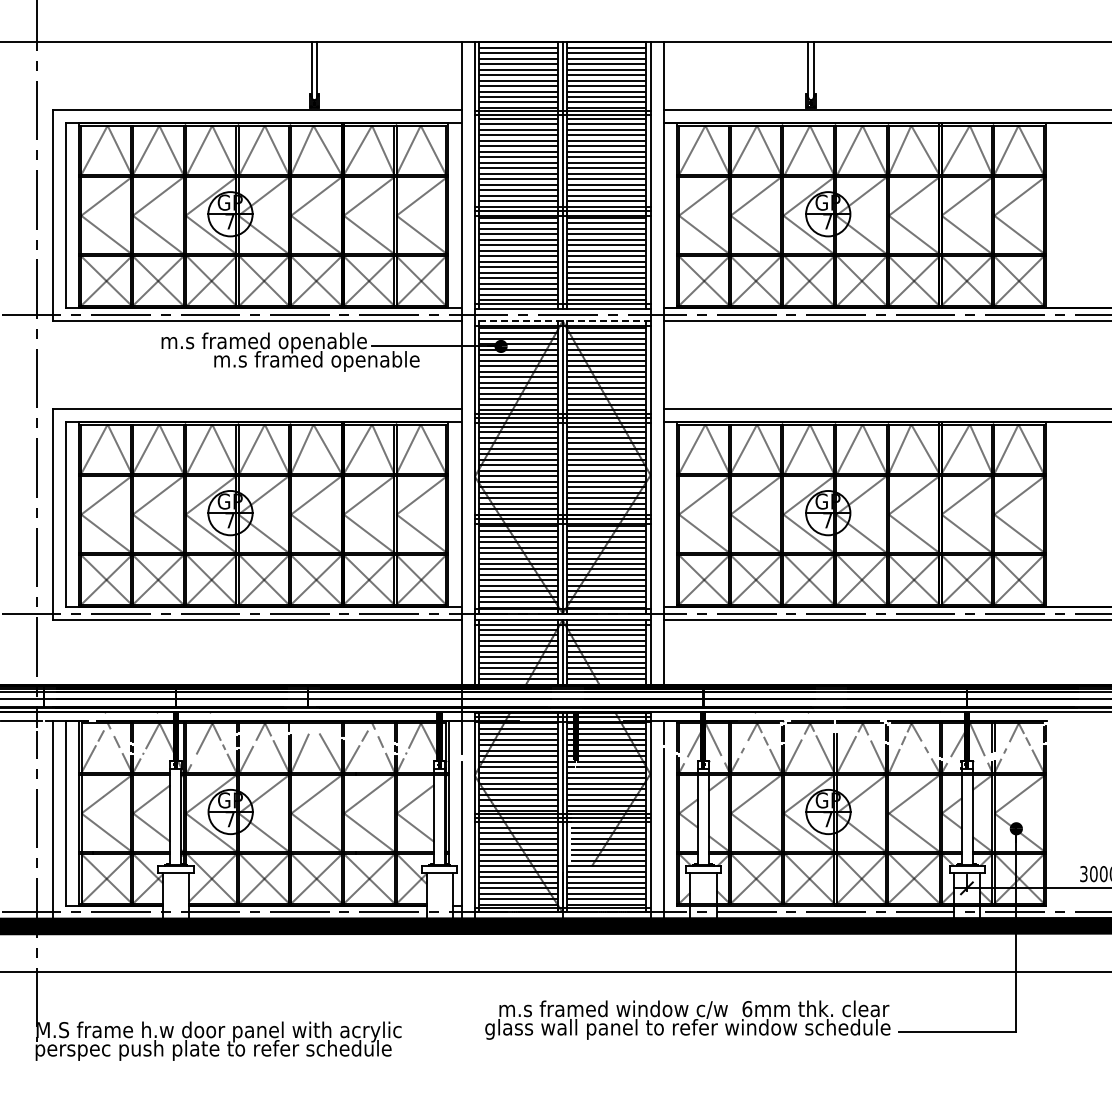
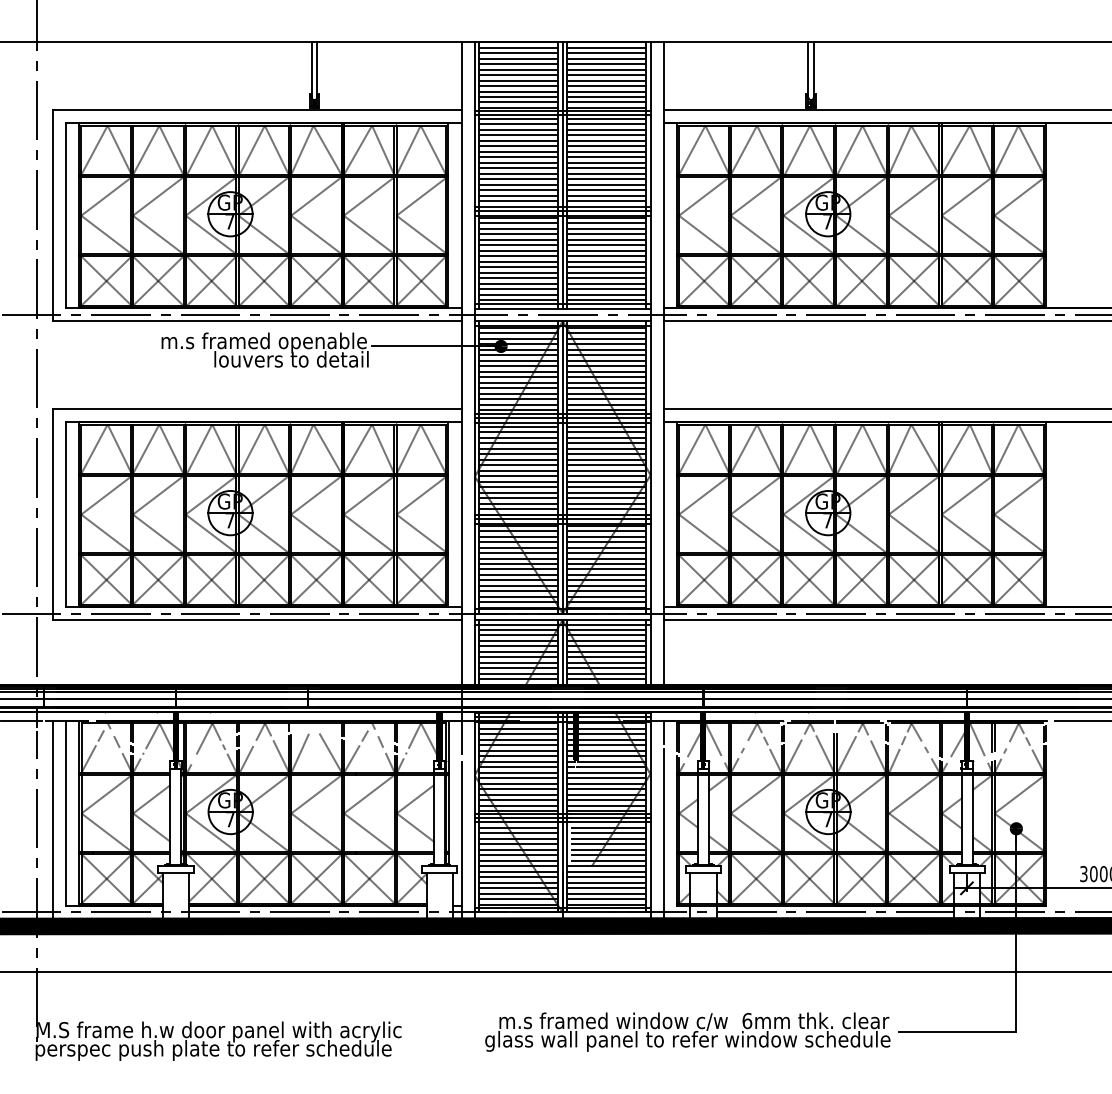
line at (562, 321): dashed -> solid
text at (316, 361): m.s framed openable -> louvers to detail
line at (1081, 721): none -> present
text at (687, 1019) position: (687, 1019) -> (687, 1031)
